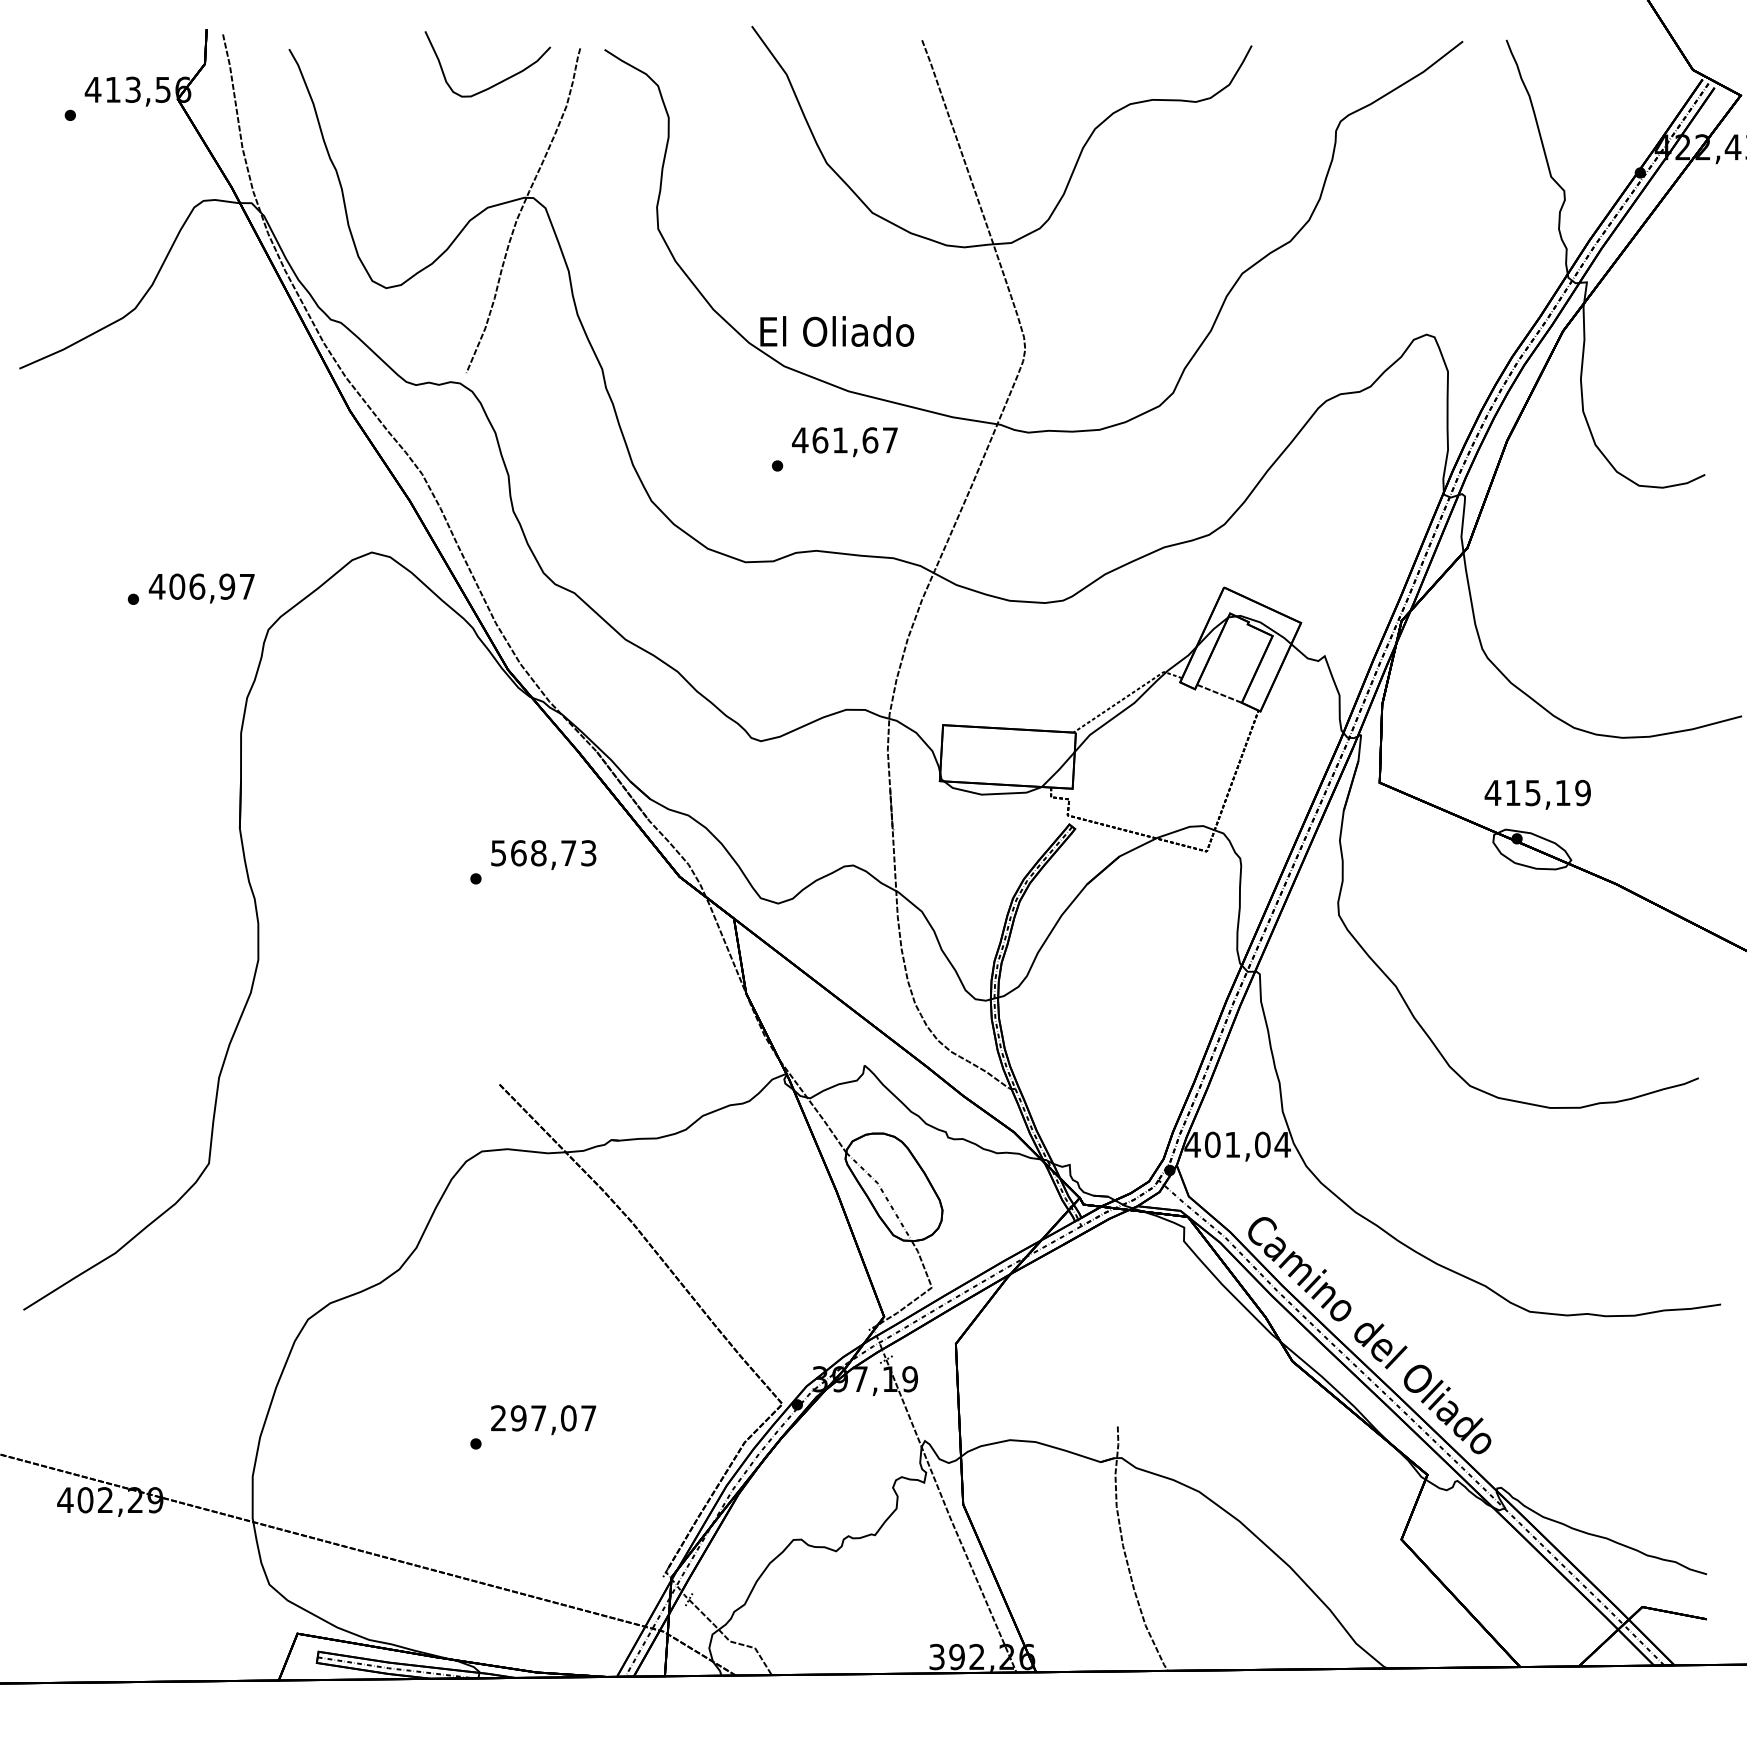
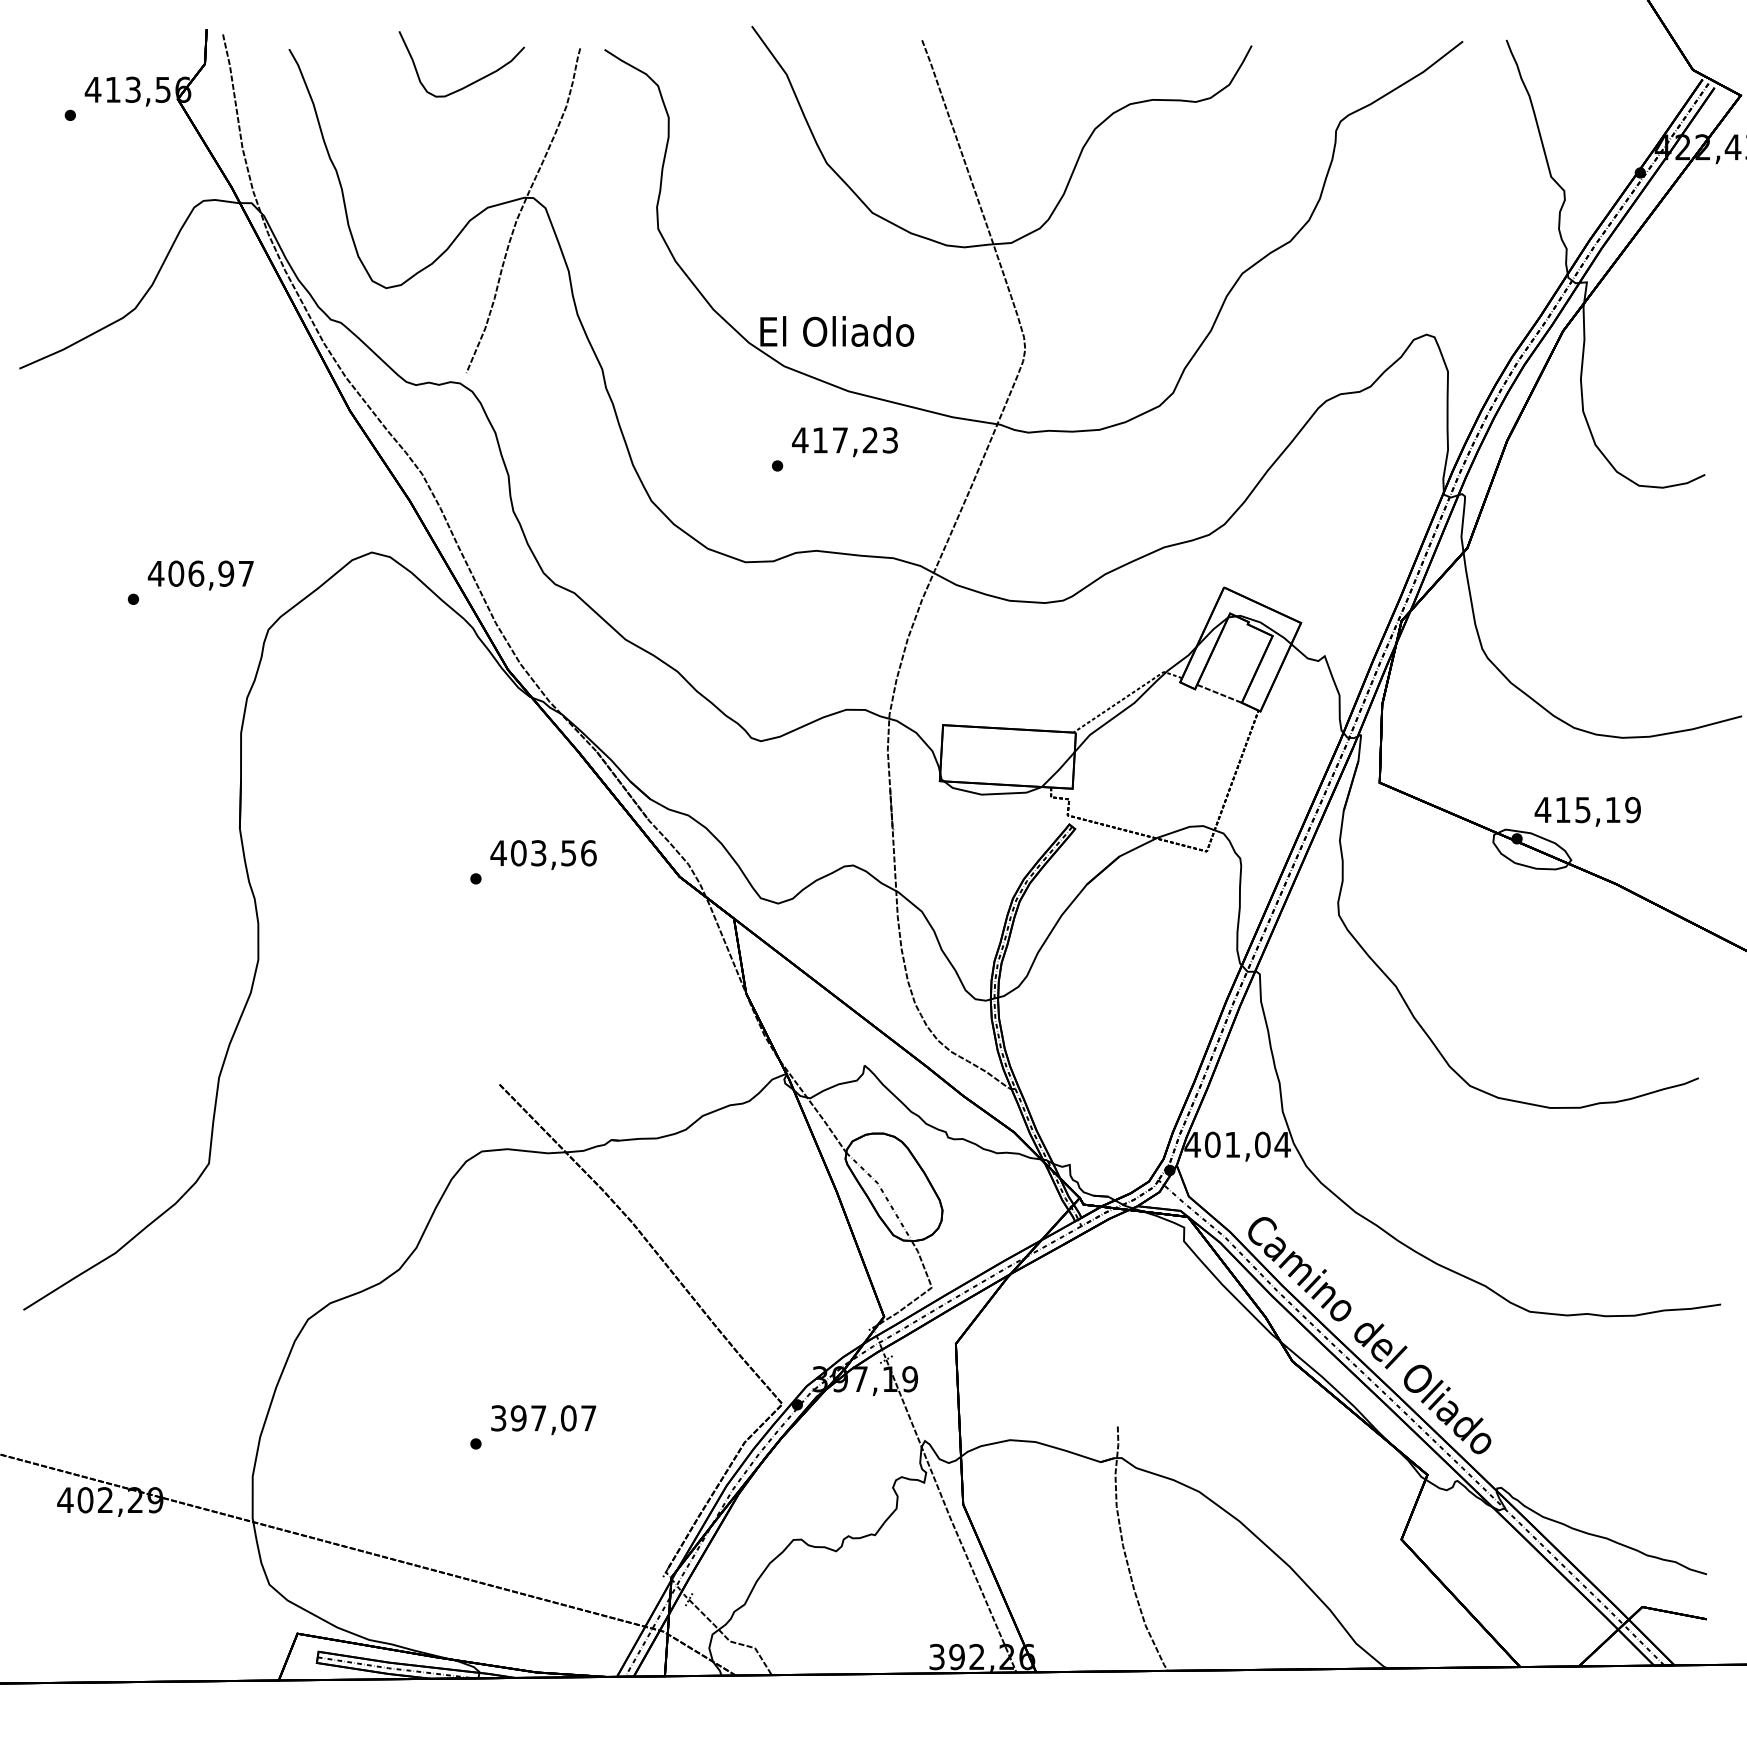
curve at (496, 83) position: (496, 83) -> (470, 83)
text at (854, 440): 461,67 -> 417,23
text at (201, 588) position: (201, 588) -> (200, 575)
text at (1537, 794) position: (1537, 794) -> (1587, 811)
text at (543, 853): 568,73 -> 403,56
text at (498, 1418): 297,07 -> 397,07
